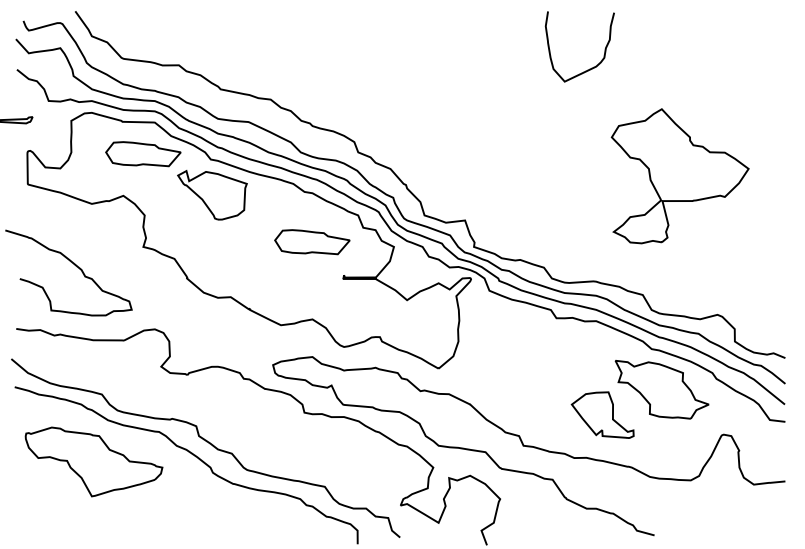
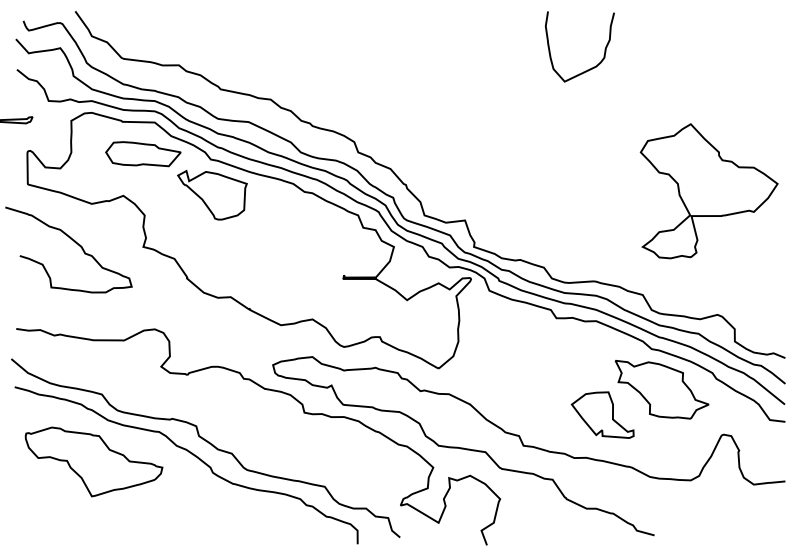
part at (679, 176) position: (679, 176) -> (708, 191)
part at (312, 242): present -> none
curve at (74, 265) position: (74, 265) -> (74, 242)
